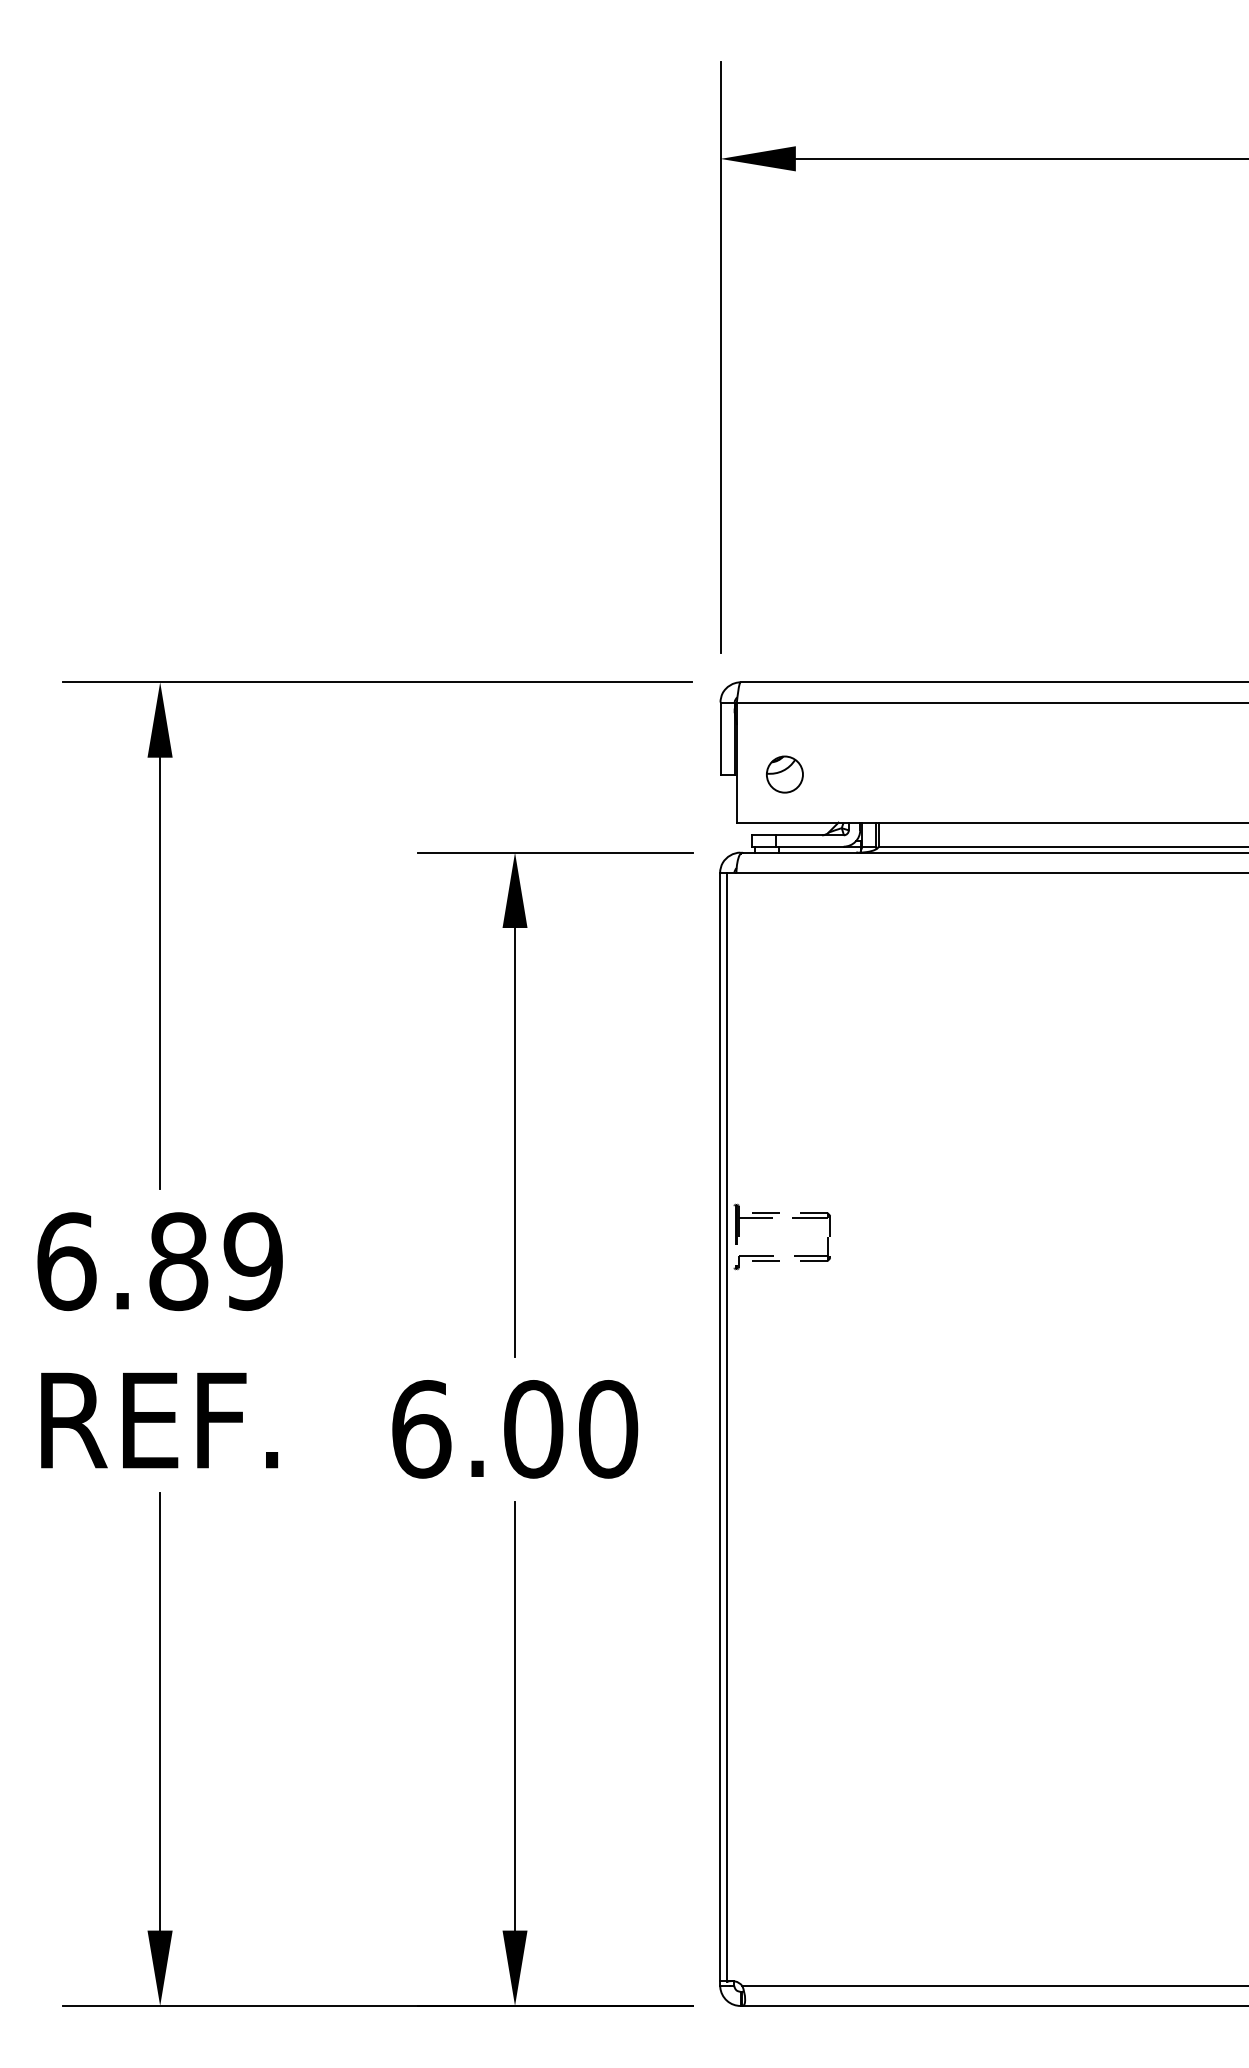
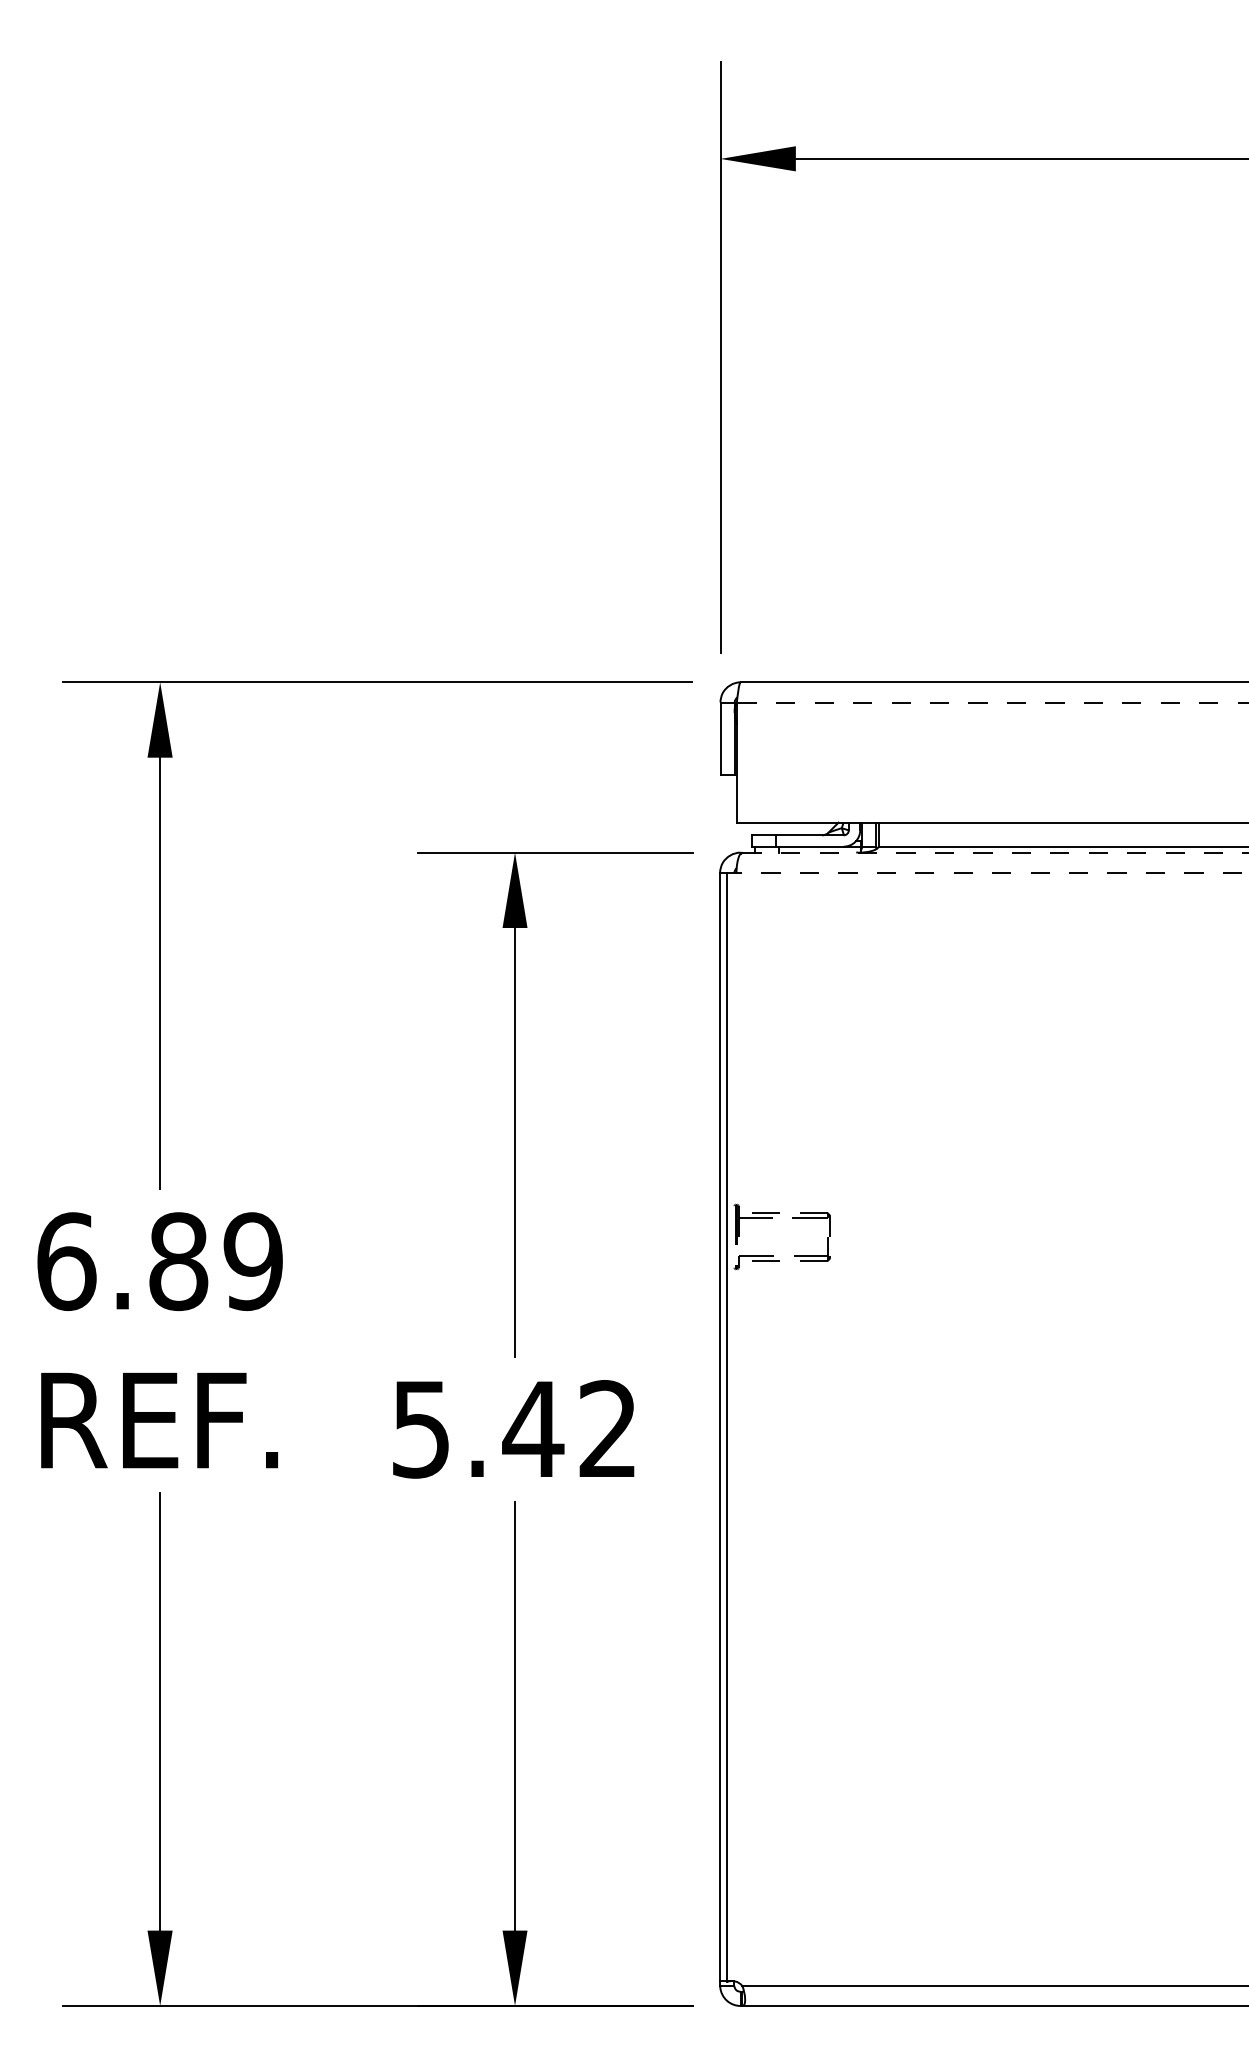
line at (992, 702): solid -> dashed
part at (784, 774): present -> none
line at (995, 852): solid -> dashed
line at (992, 872): solid -> dashed
text at (515, 1429): 6.00 -> 5.42
